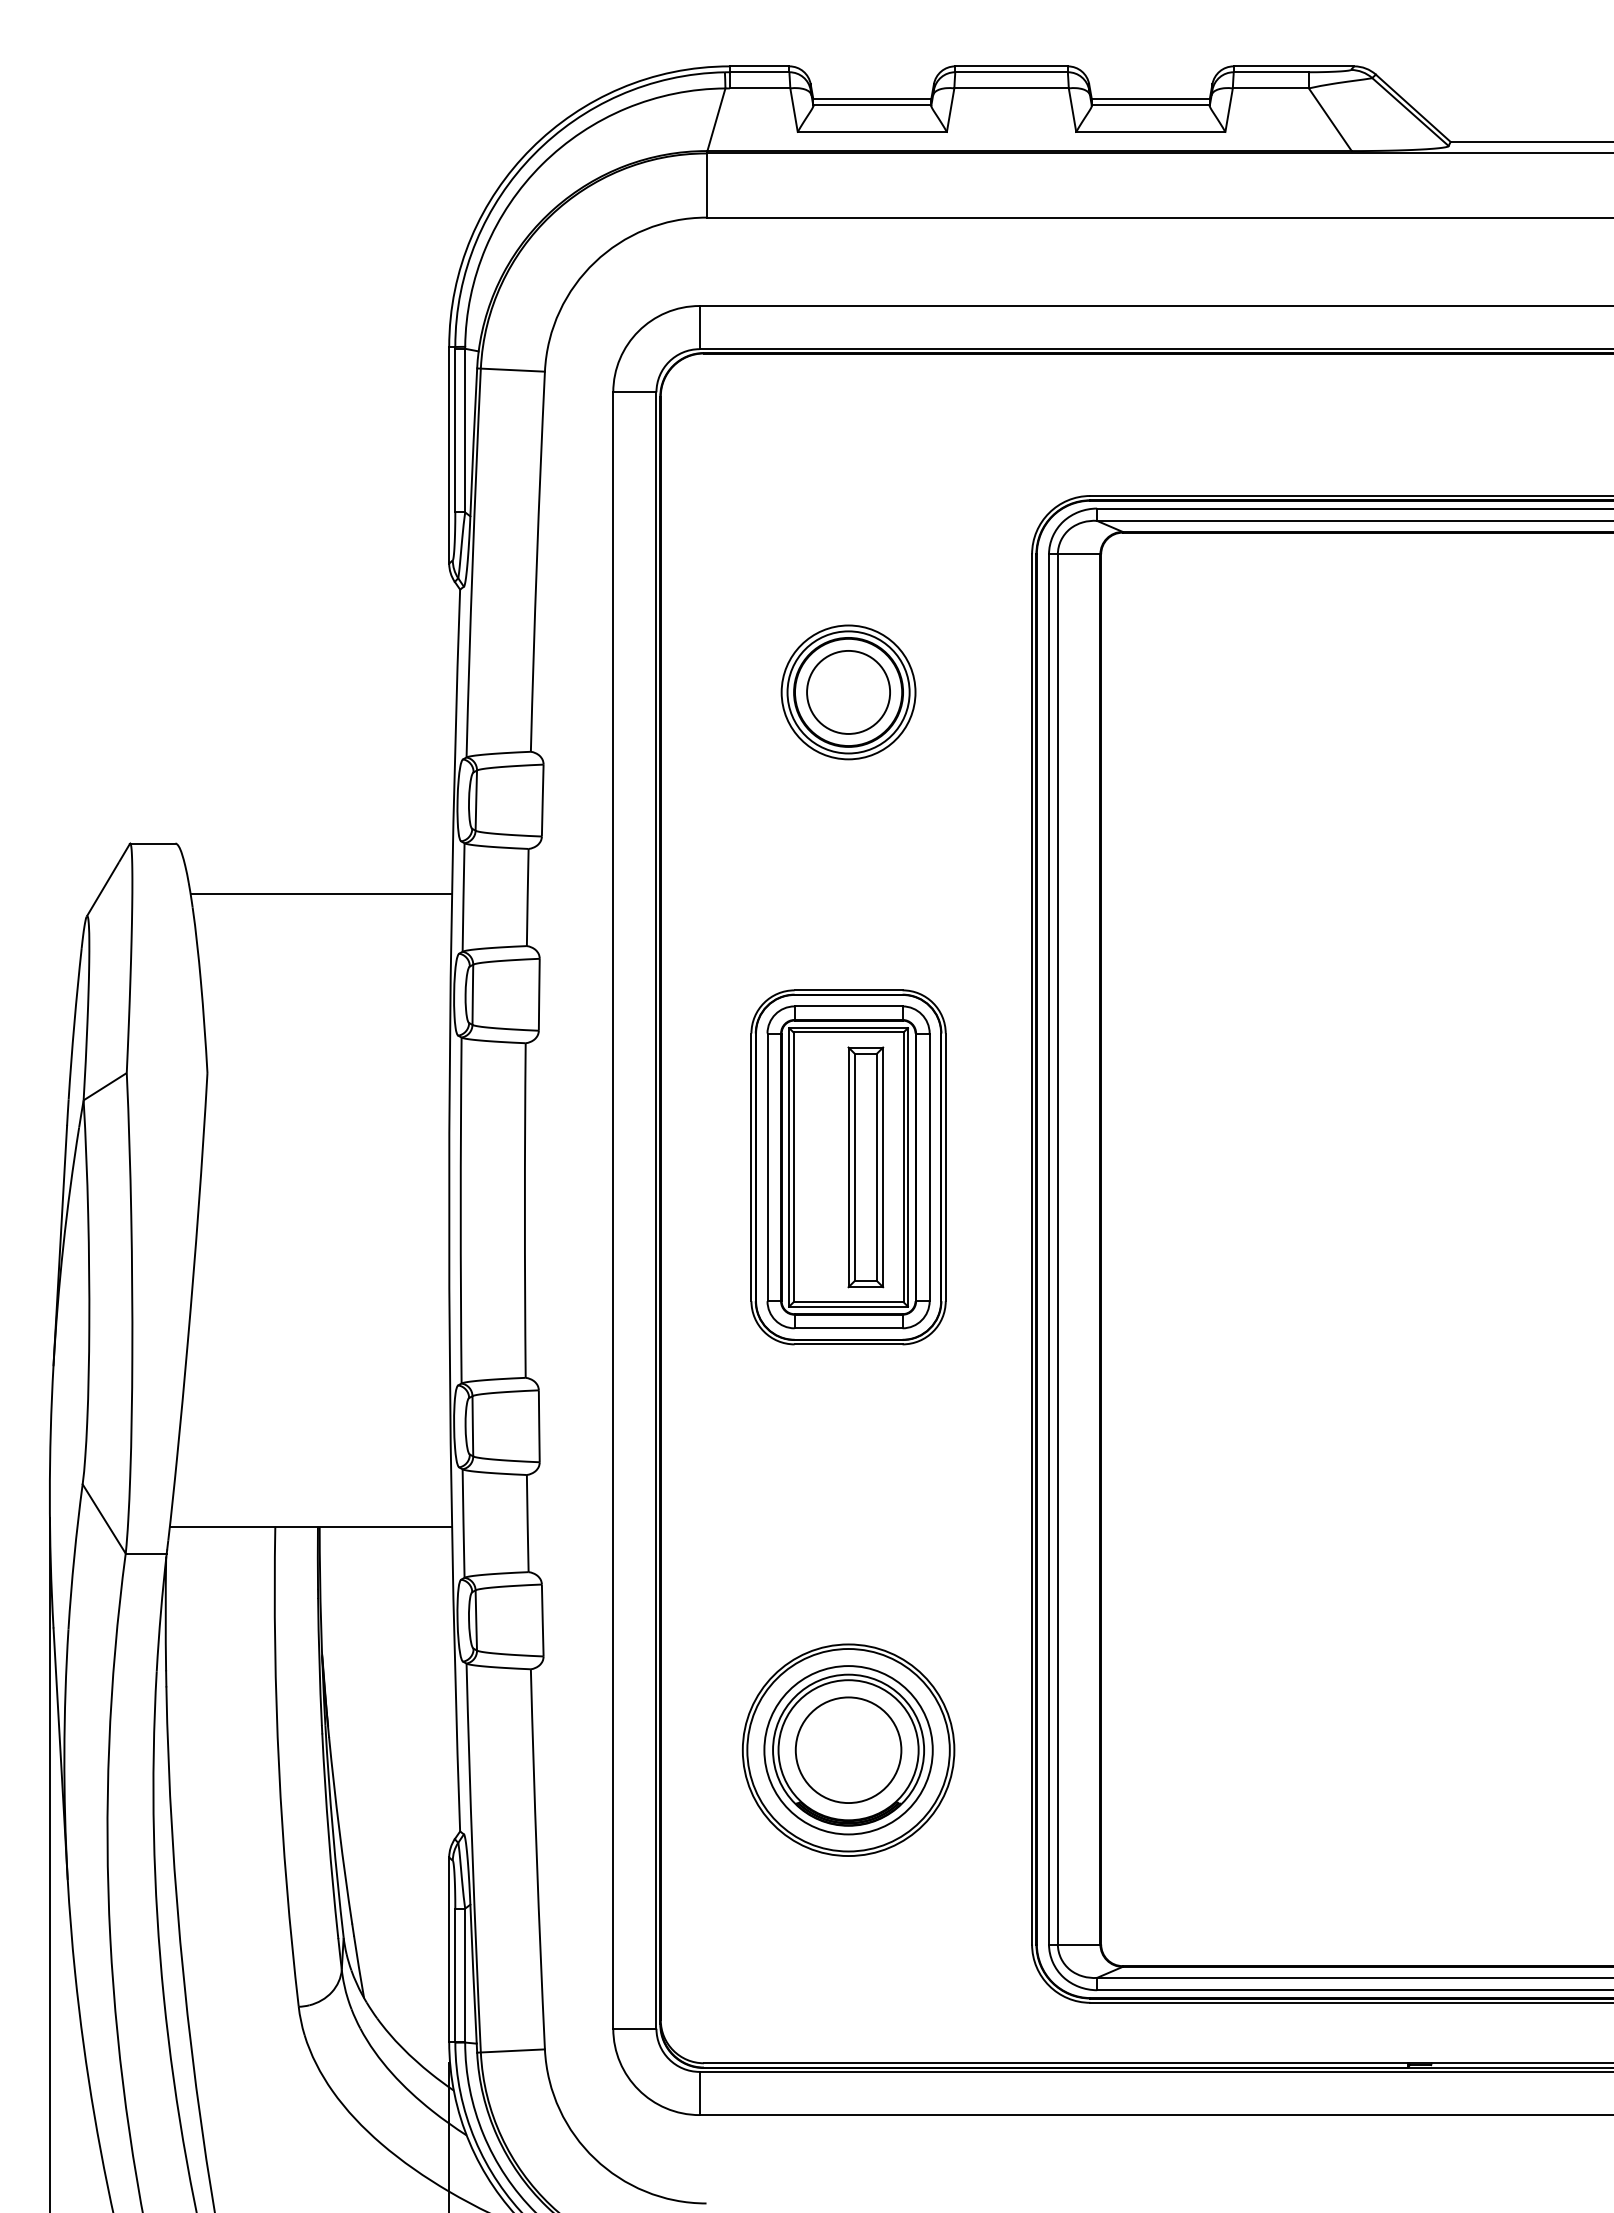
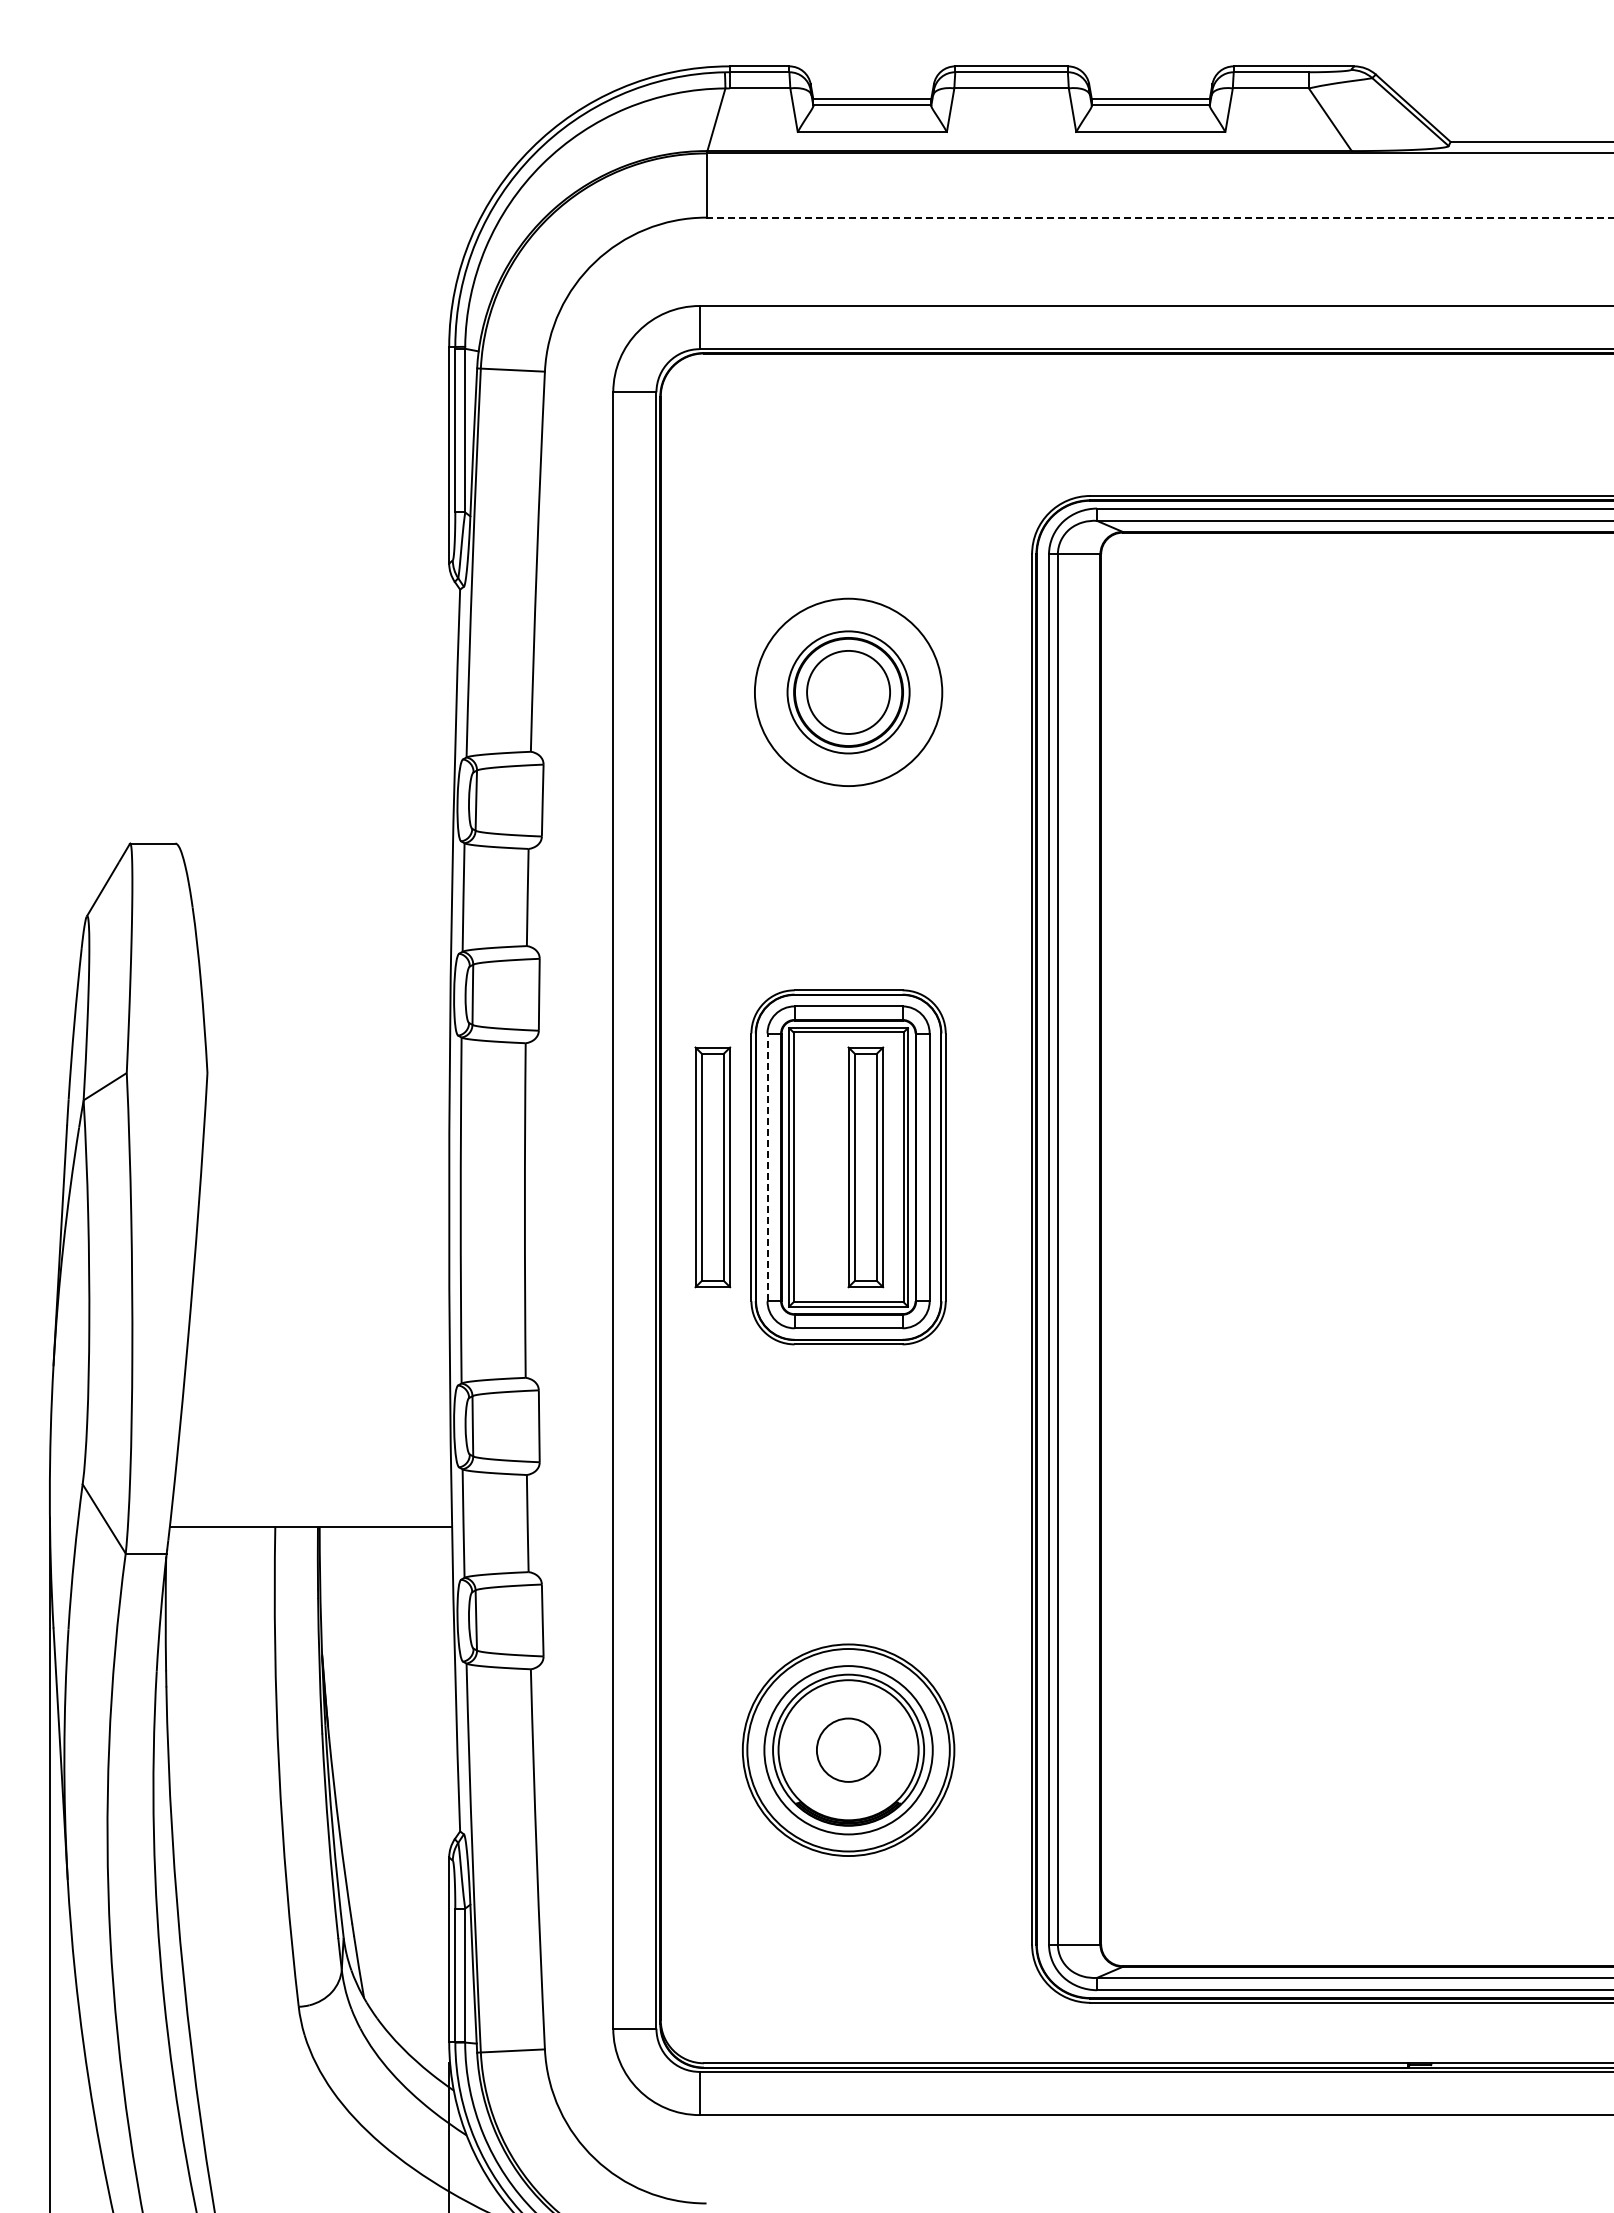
line at (1159, 217): solid -> dashed
circle at (848, 692) diameter: 134 px -> 187 px
line at (321, 894): present -> none
part at (712, 1167): none -> present
line at (767, 1167): solid -> dashed
circle at (848, 1750) diameter: 106 px -> 63 px
